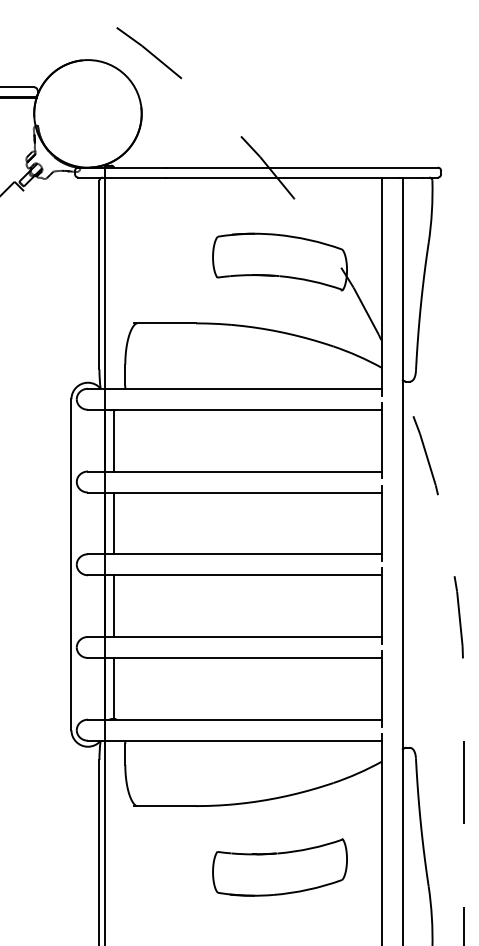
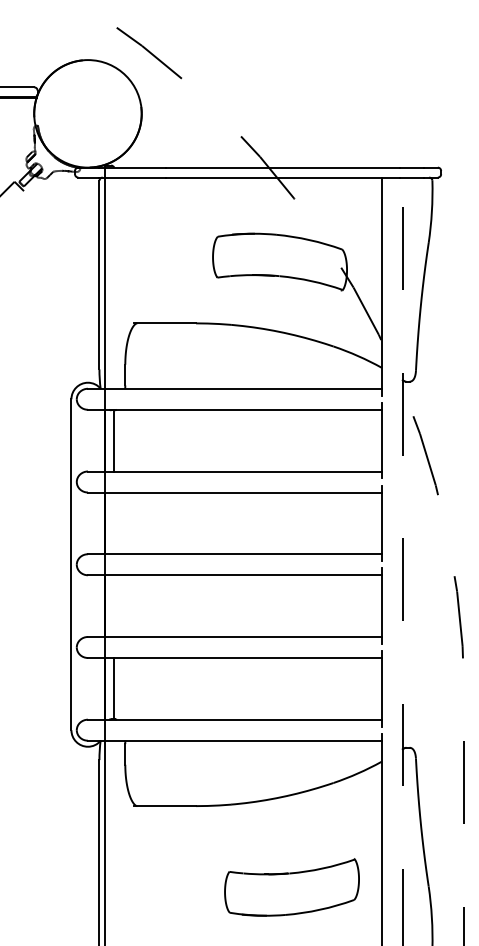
line at (114, 523): present -> none
line at (402, 561): solid -> dashed
line at (114, 605): present -> none
part at (279, 867) position: (279, 867) -> (291, 887)
